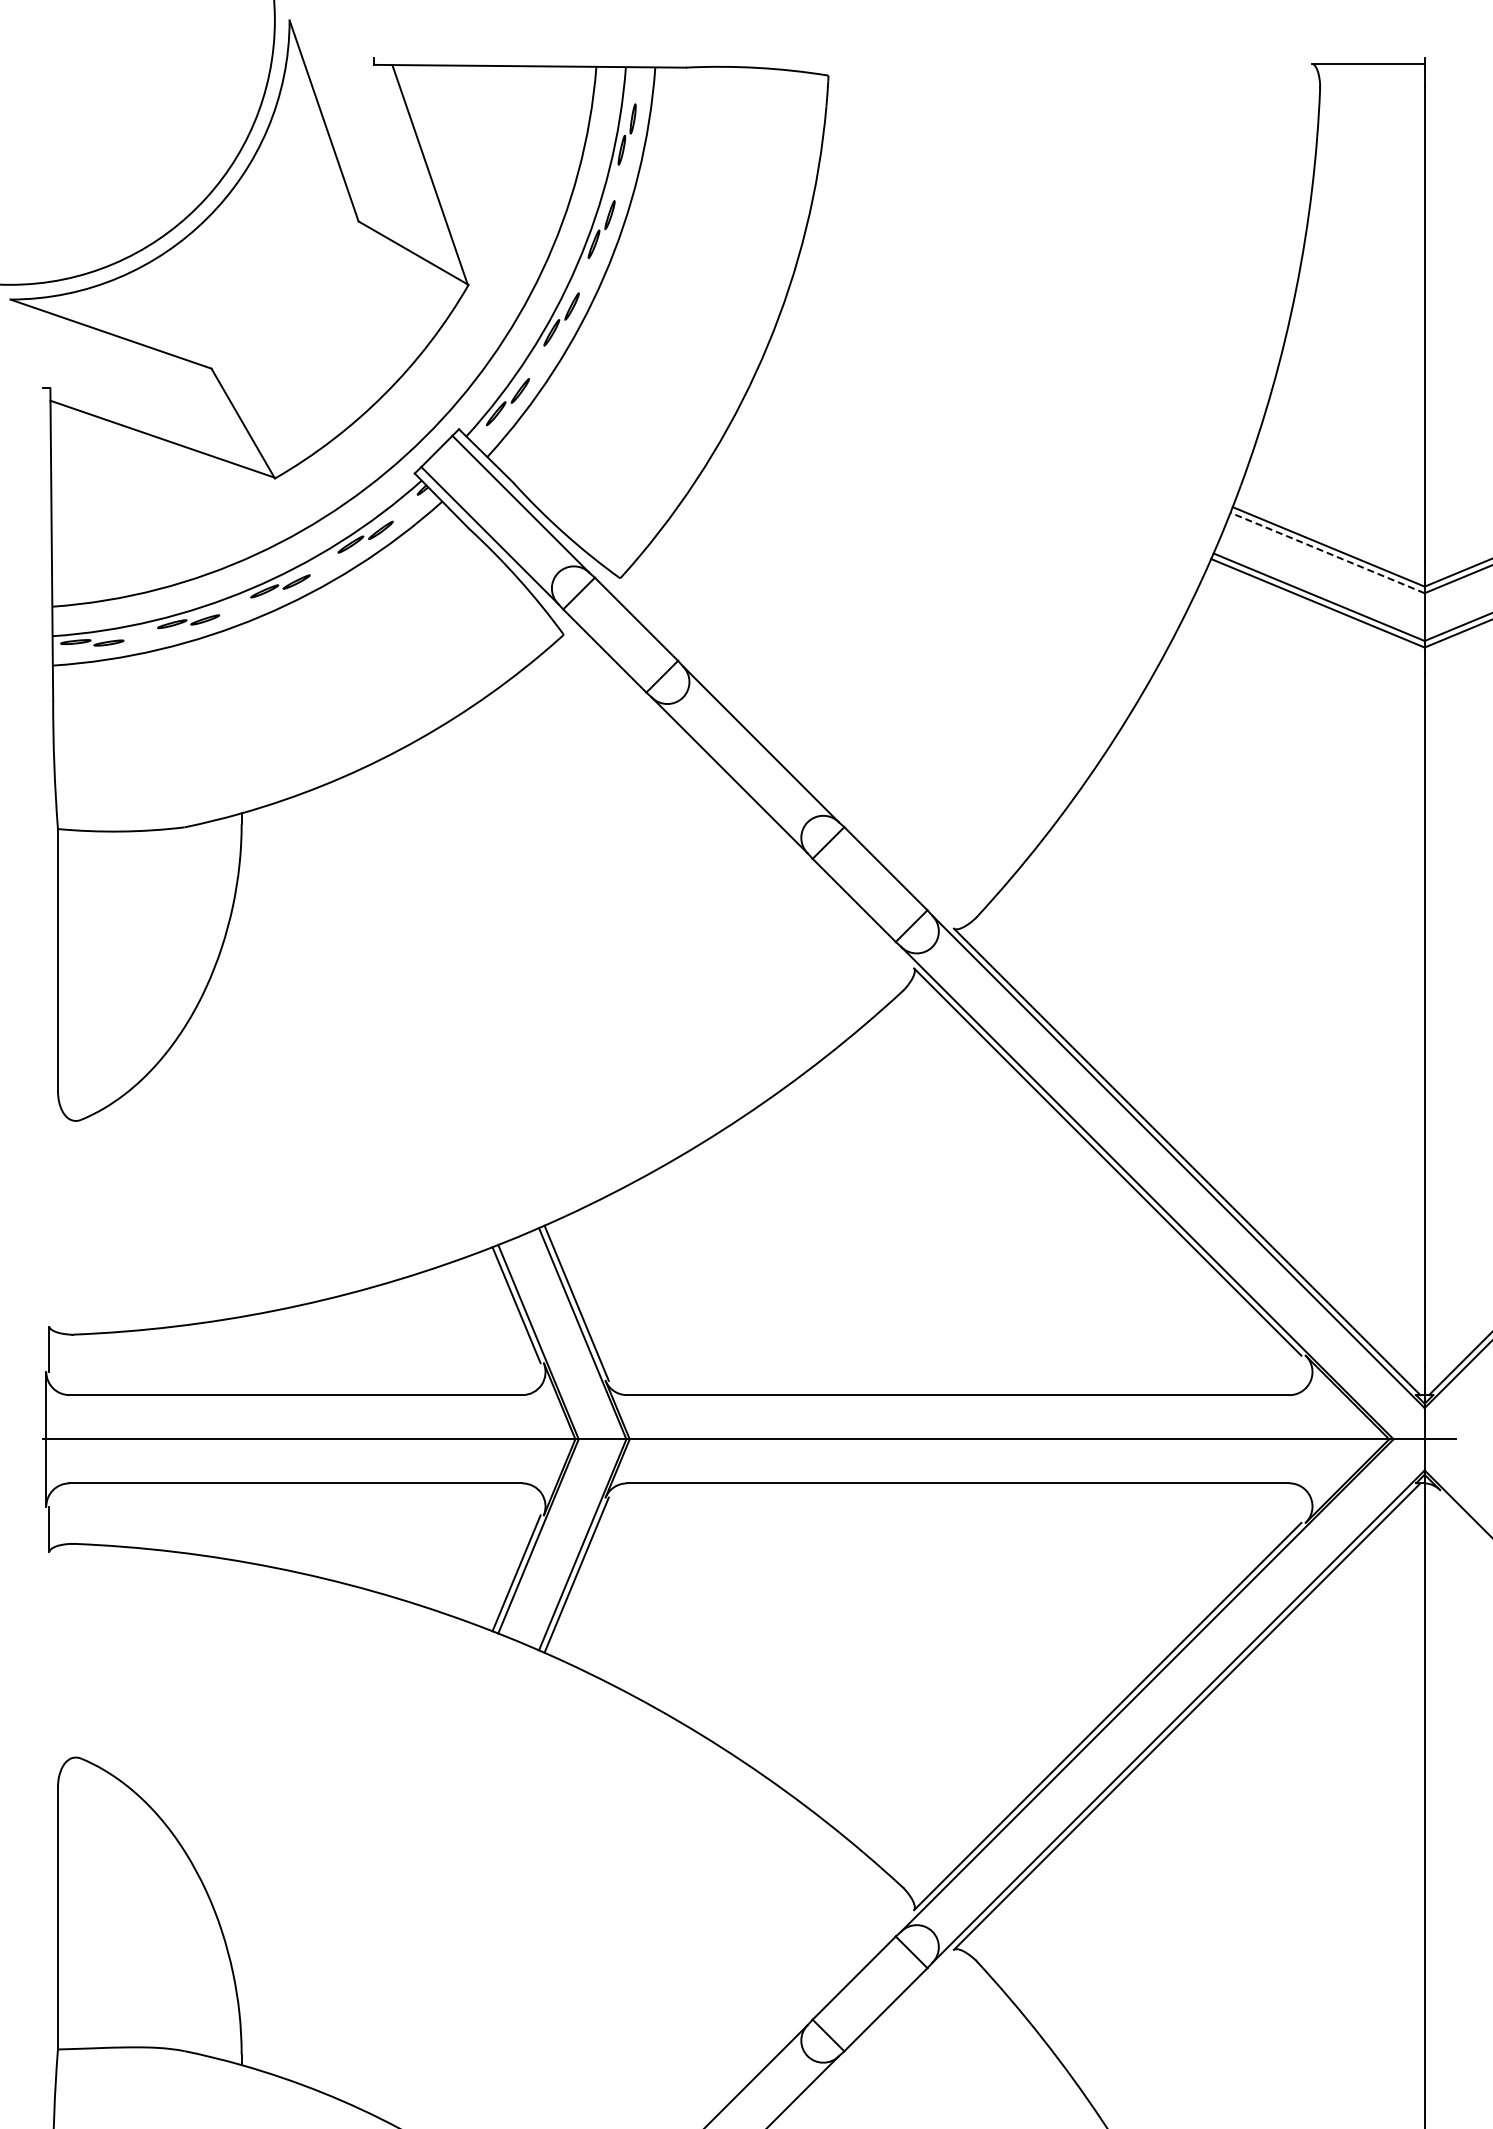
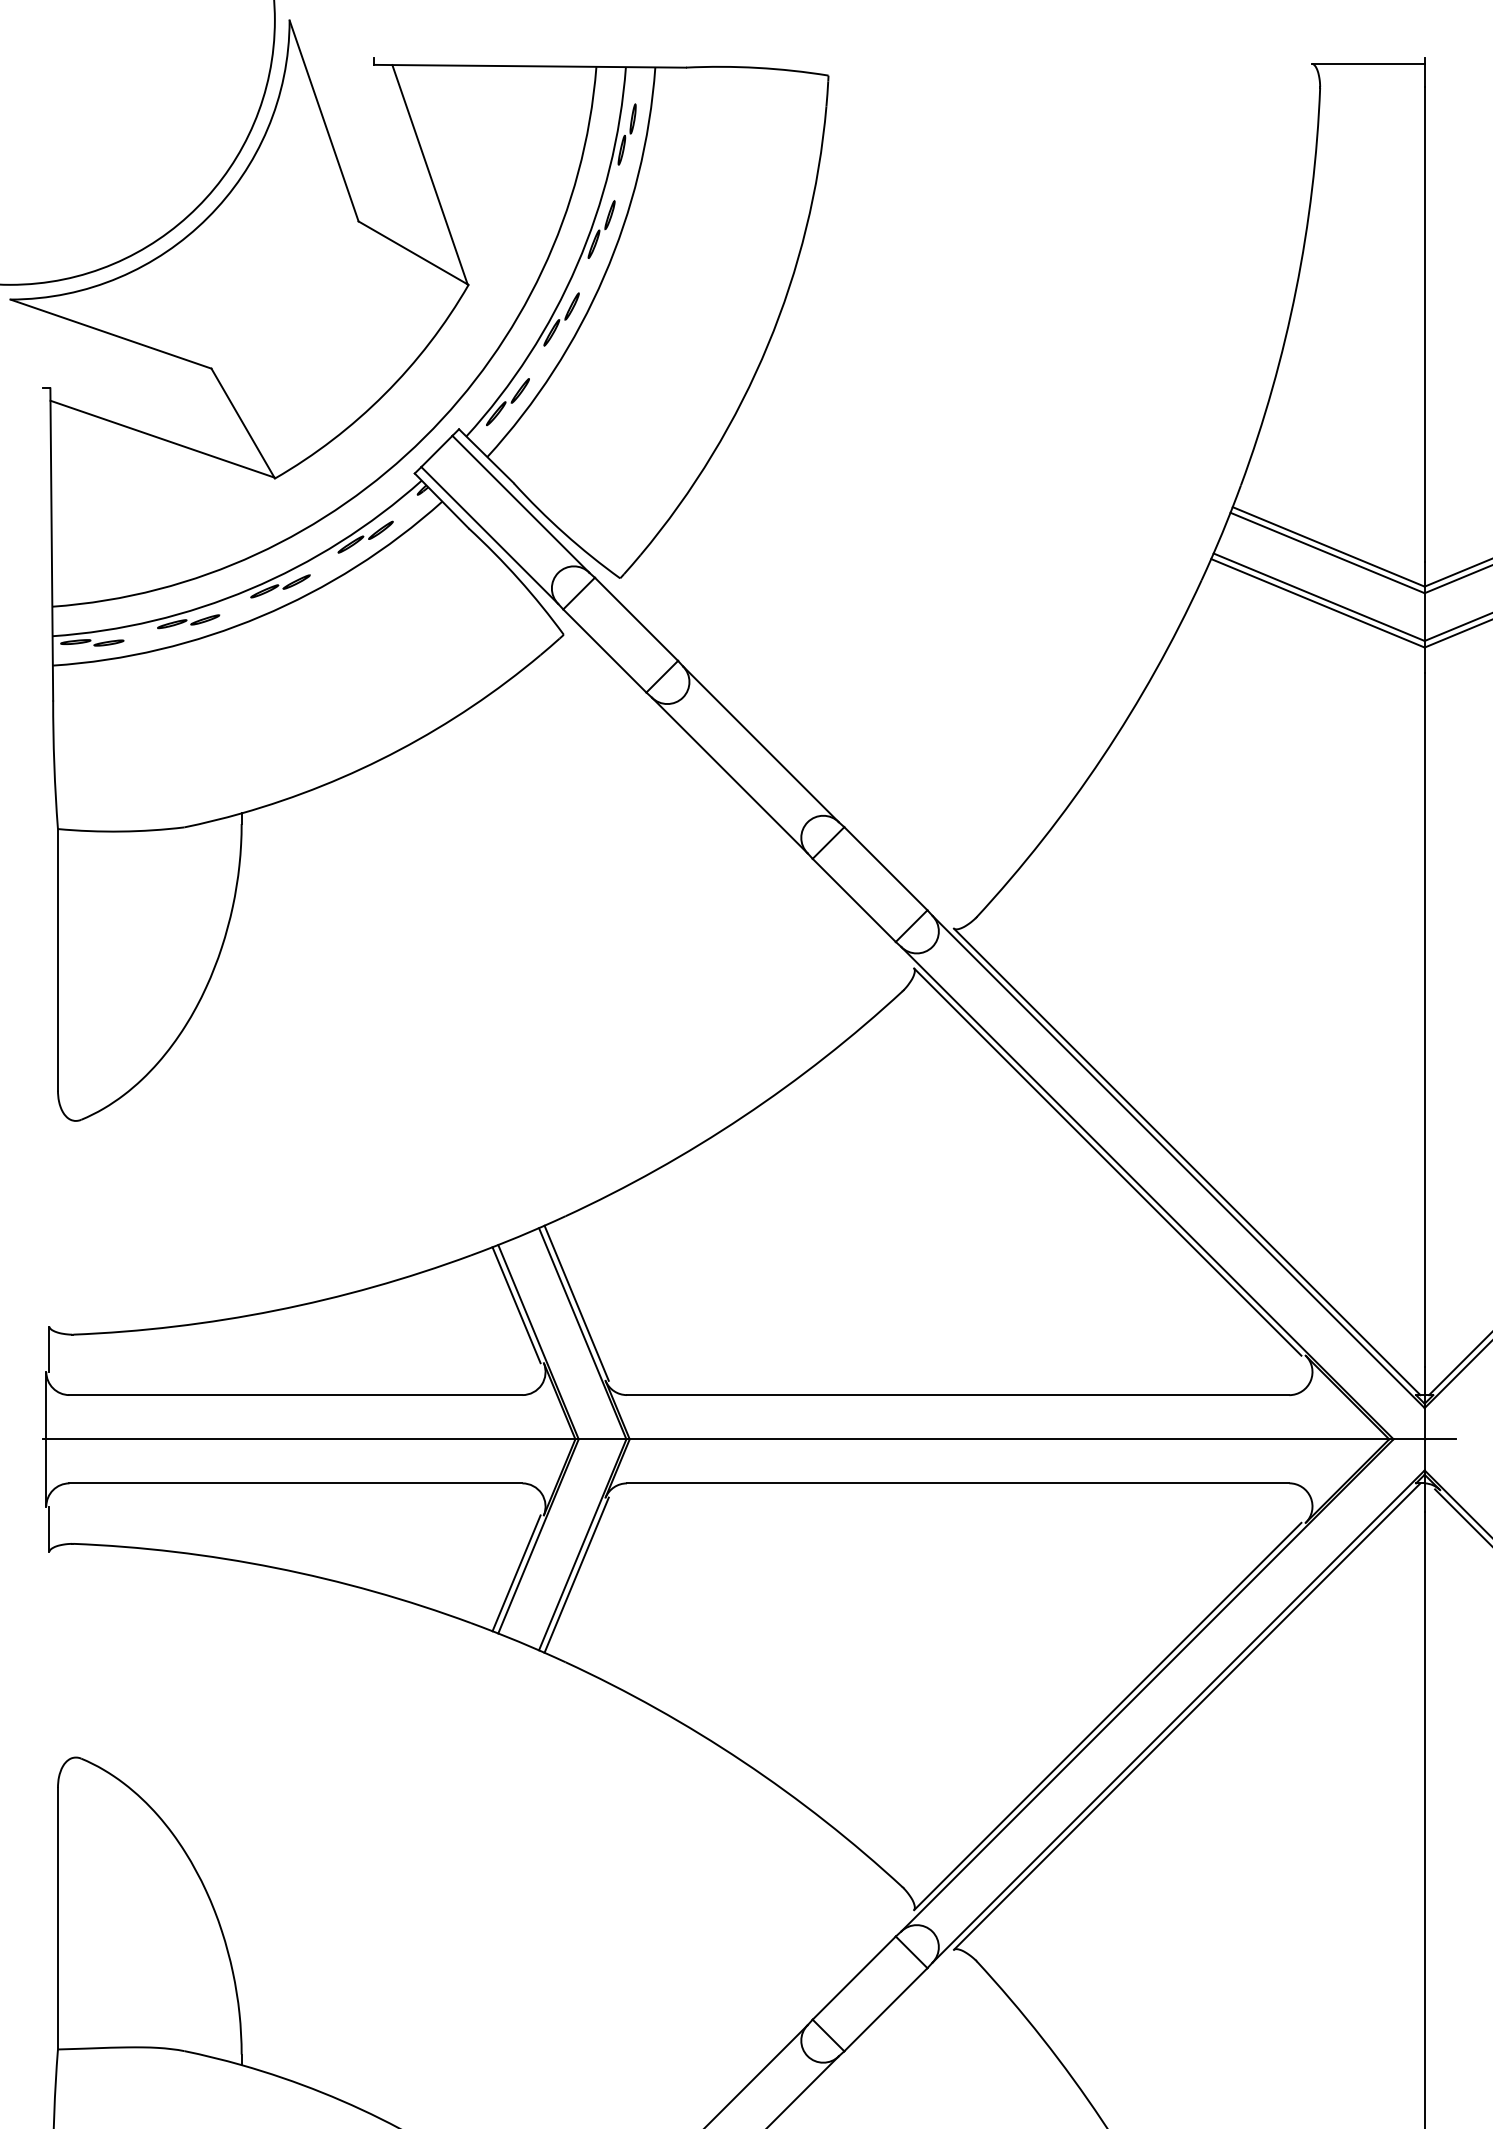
line at (1327, 552): dashed -> solid
line at (1462, 1516): none -> present
